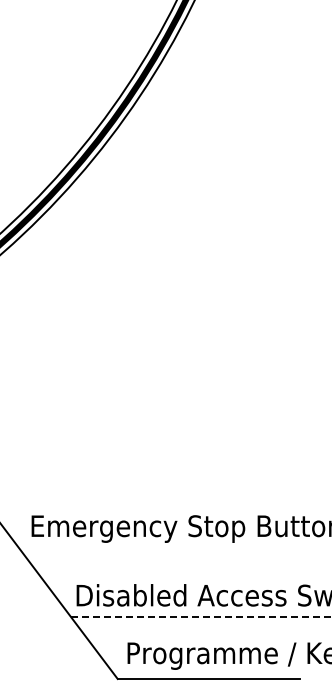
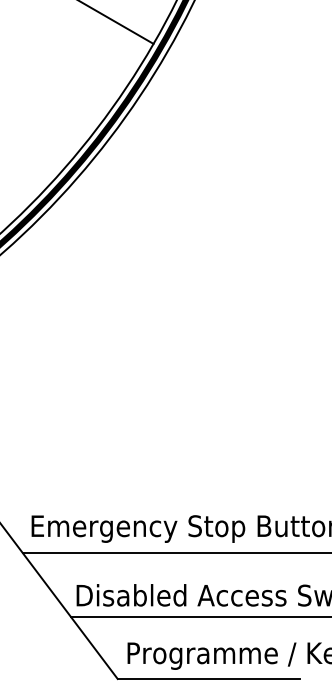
line at (117, 22): none -> present
line at (175, 553): none -> present
line at (201, 617): dashed -> solid
